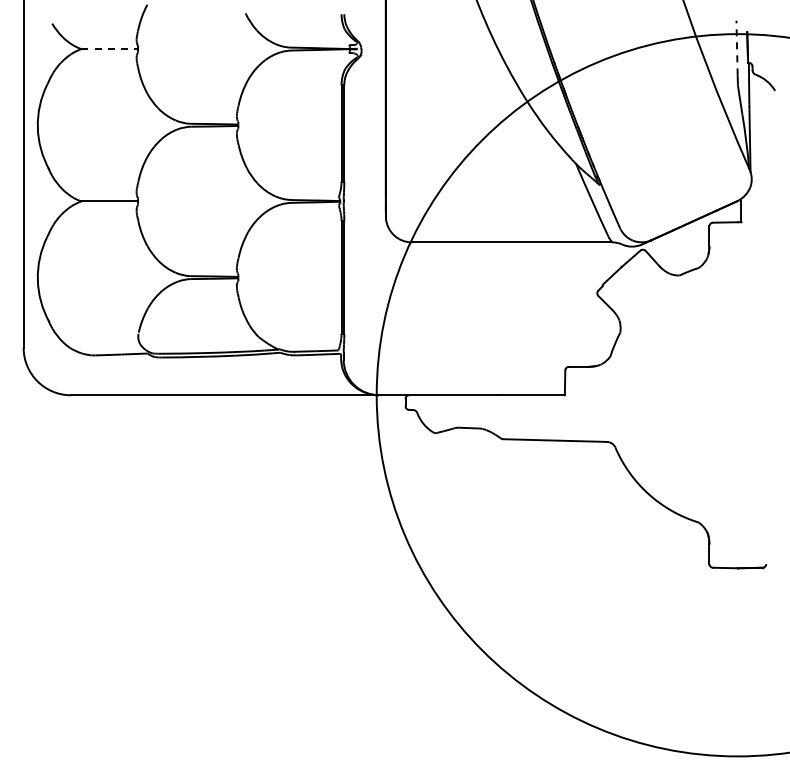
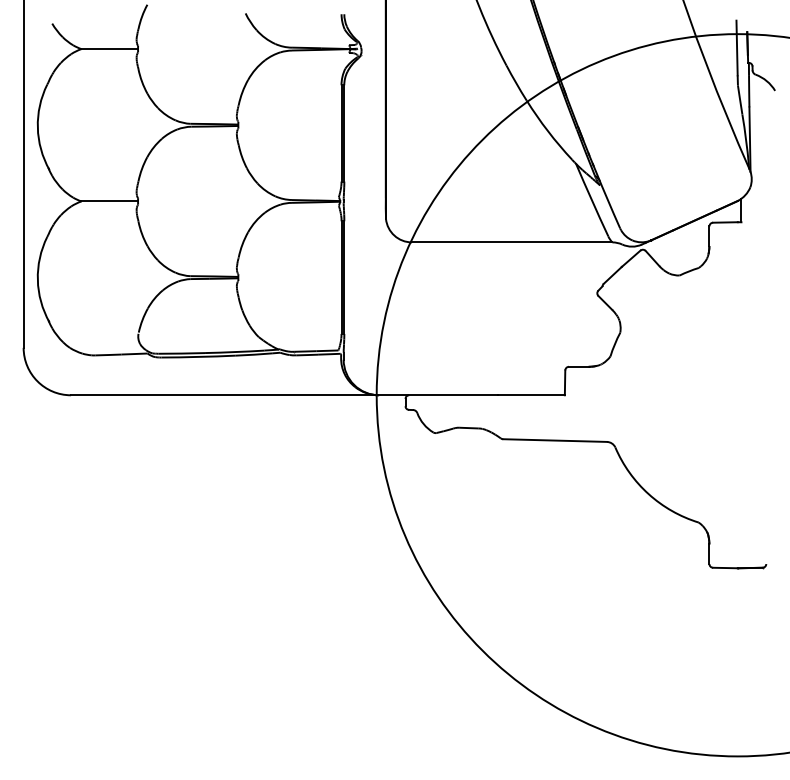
line at (737, 47): dashed -> solid
line at (110, 49): dashed -> solid
